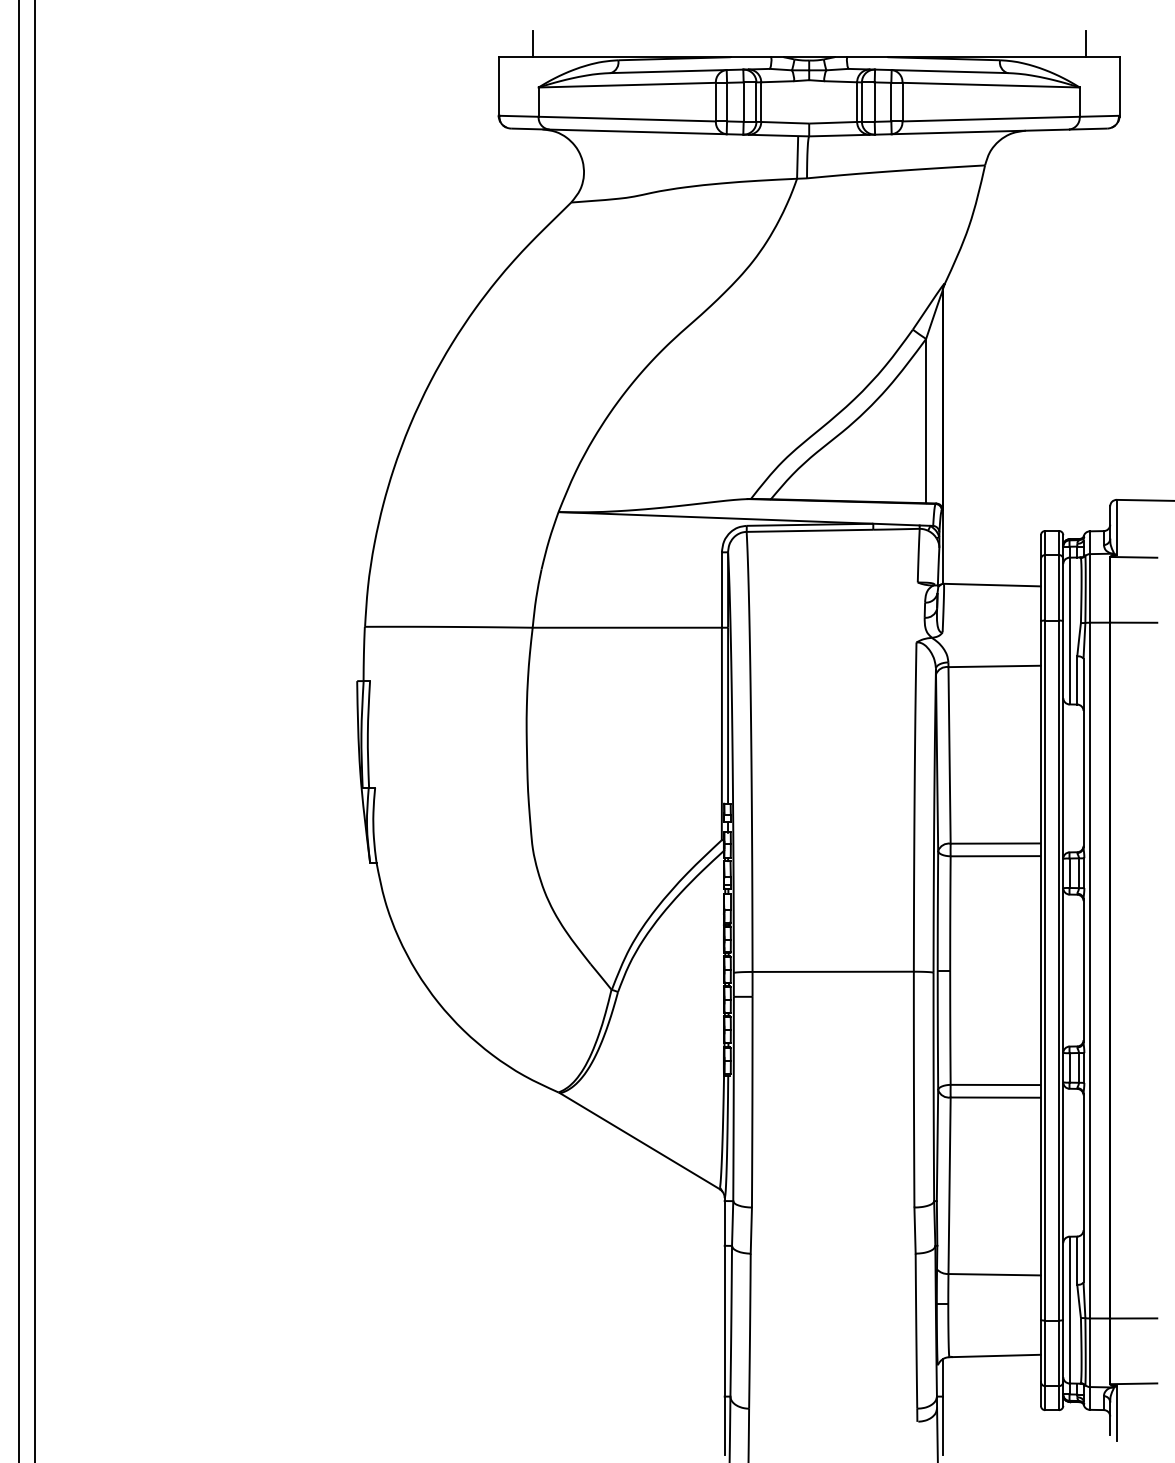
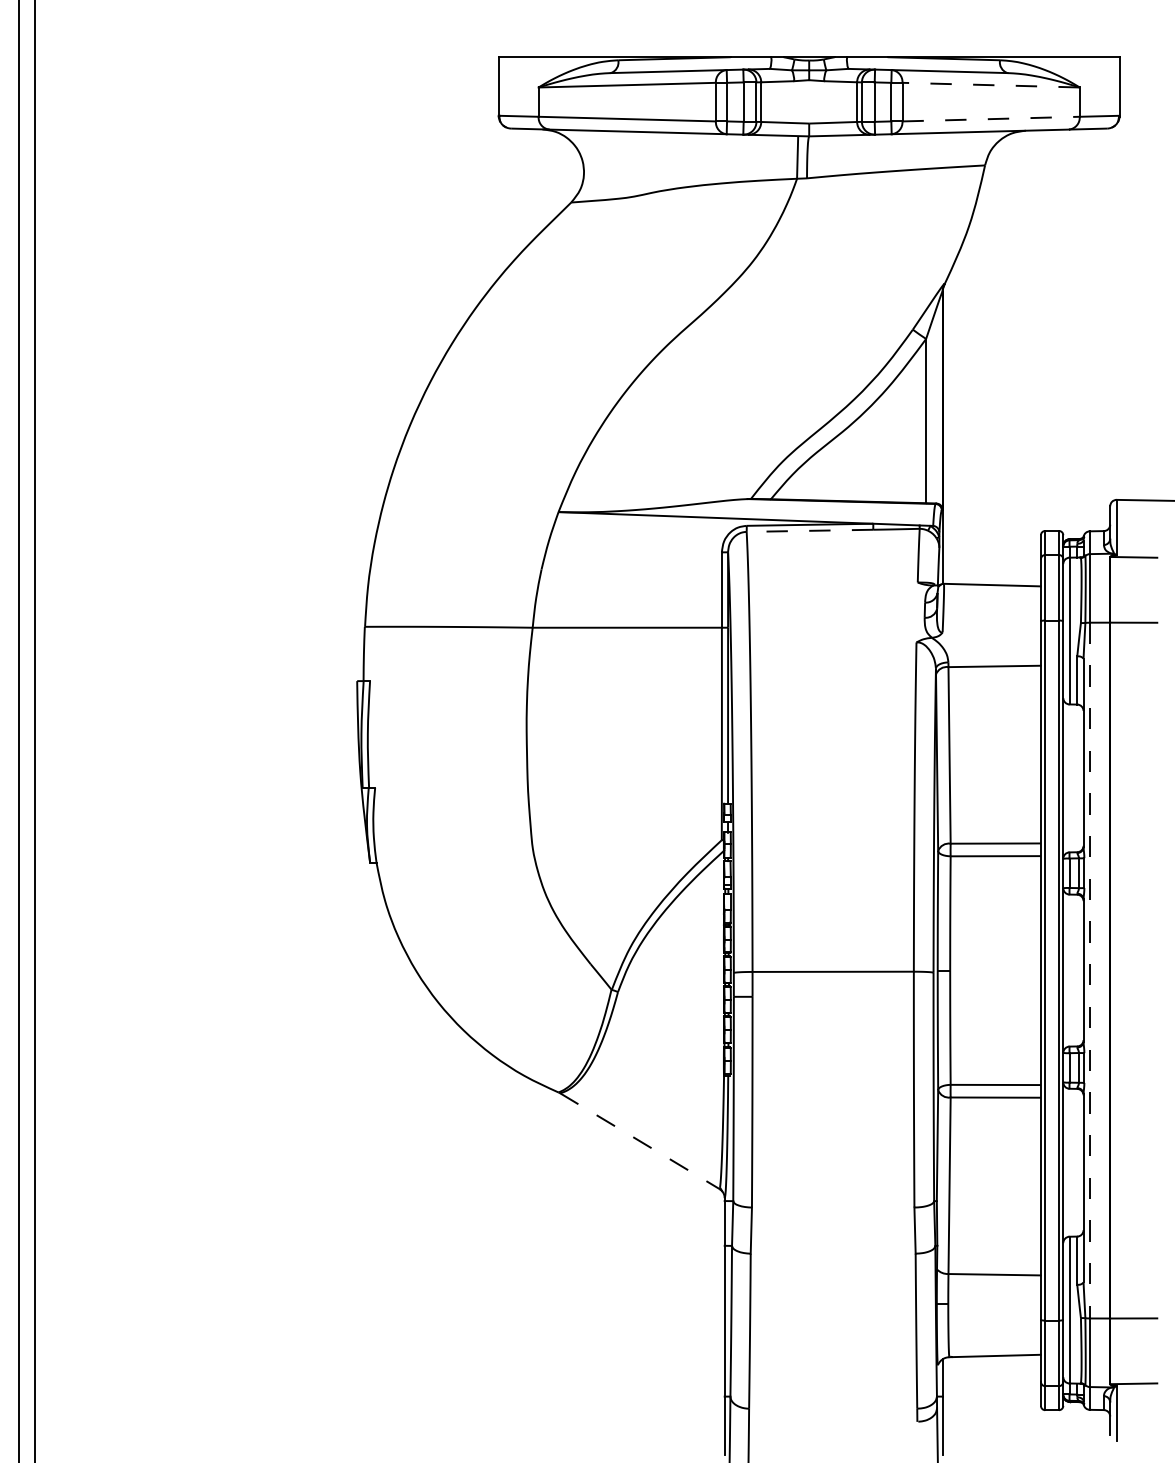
line at (532, 43): present -> none
line at (1085, 43): present -> none
line at (991, 85): solid -> dashed
line at (991, 119): solid -> dashed
line at (809, 530): solid -> dashed
line at (1089, 970): solid -> dashed
line at (639, 1141): solid -> dashed
